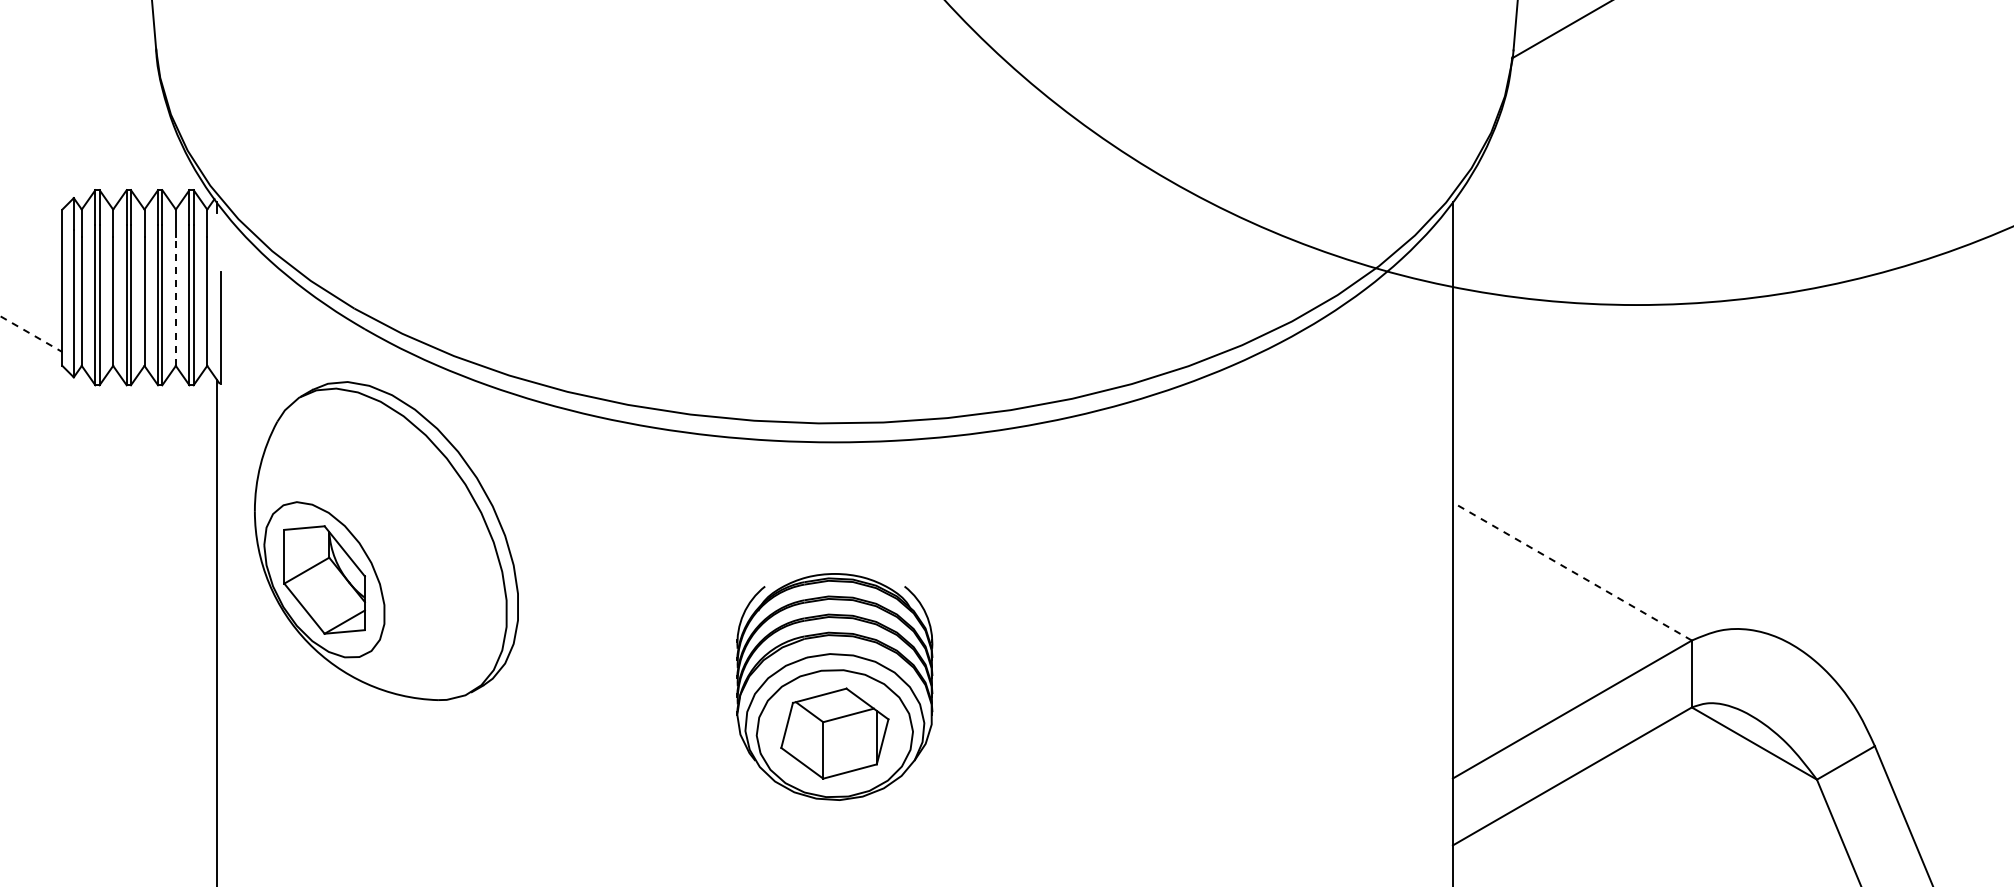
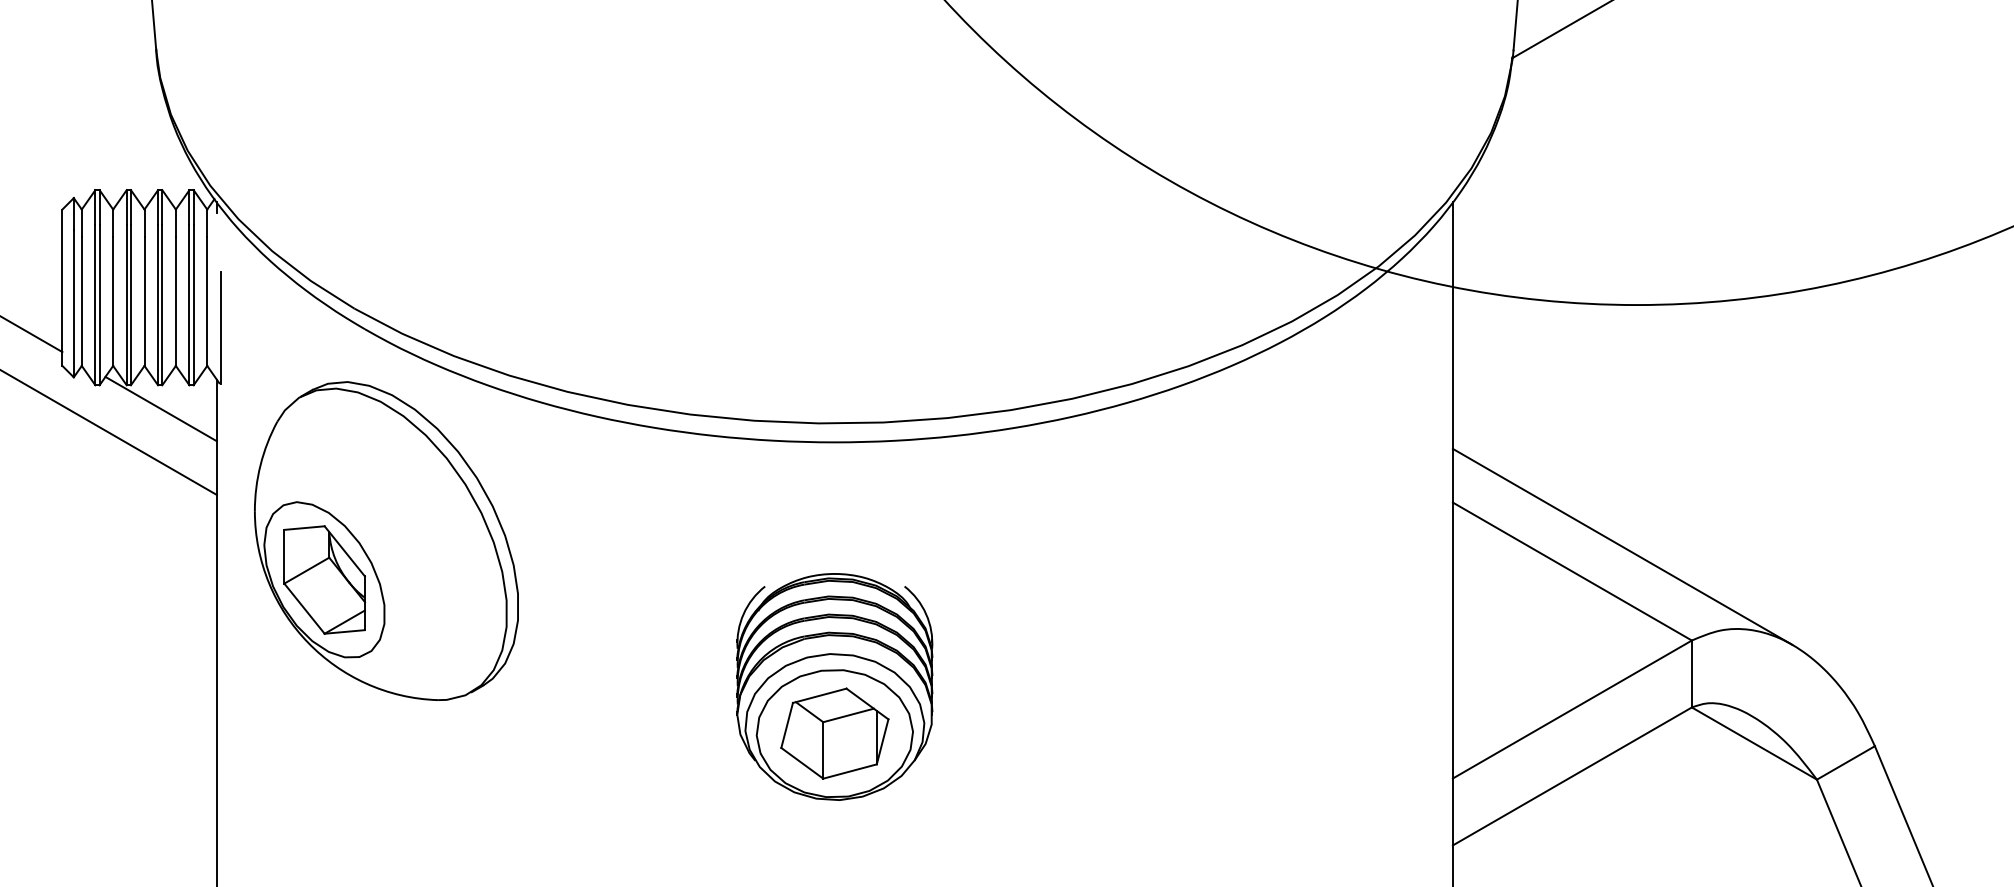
line at (175, 301): dashed -> solid
line at (31, 334): dashed -> solid
line at (160, 408): none -> present
line at (109, 432): none -> present
line at (1622, 546): none -> present
line at (1572, 571): dashed -> solid
